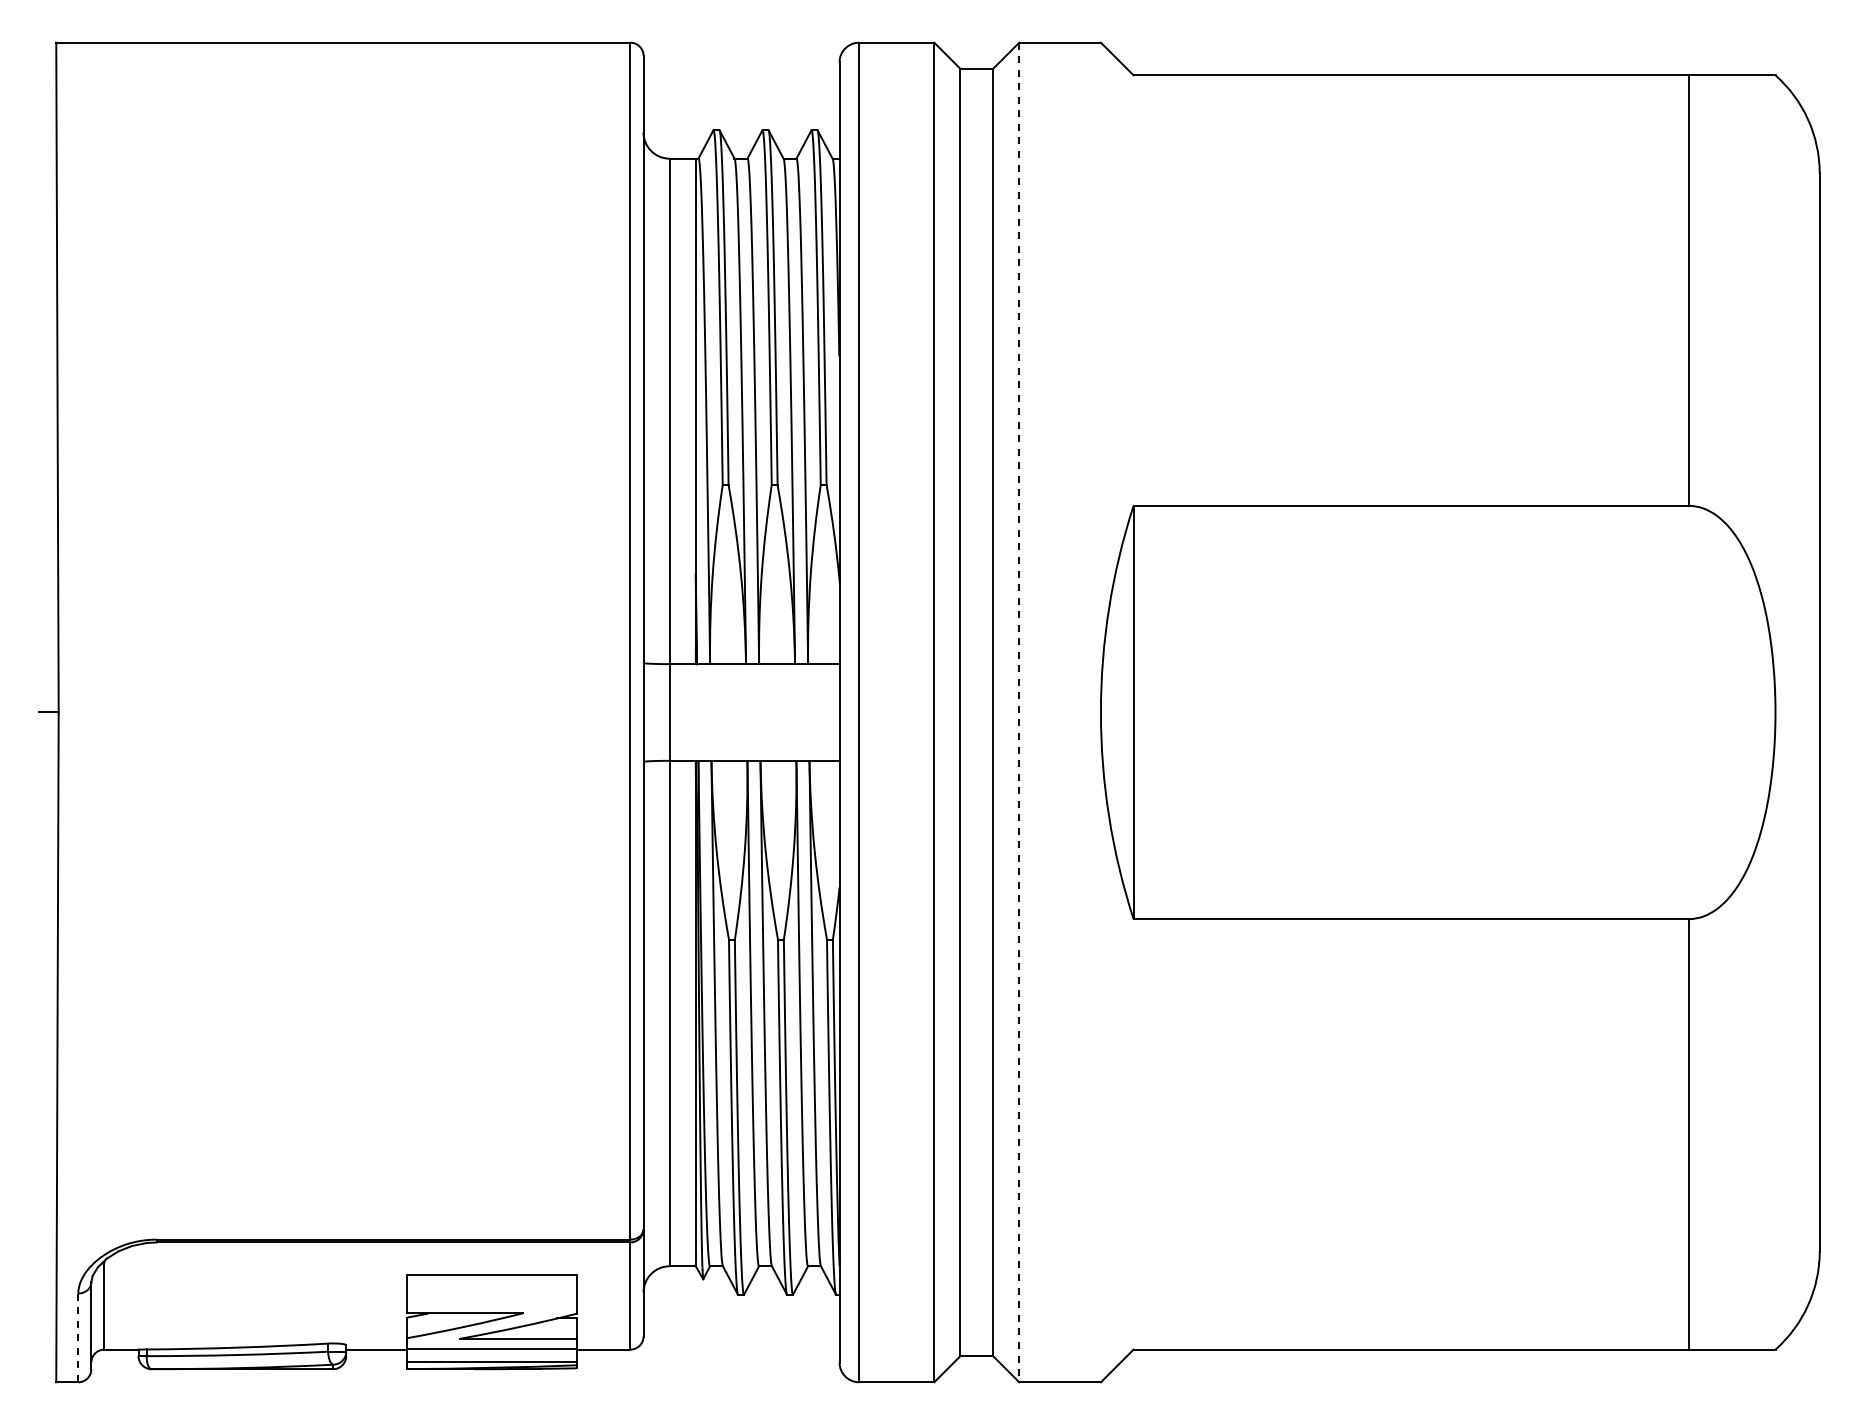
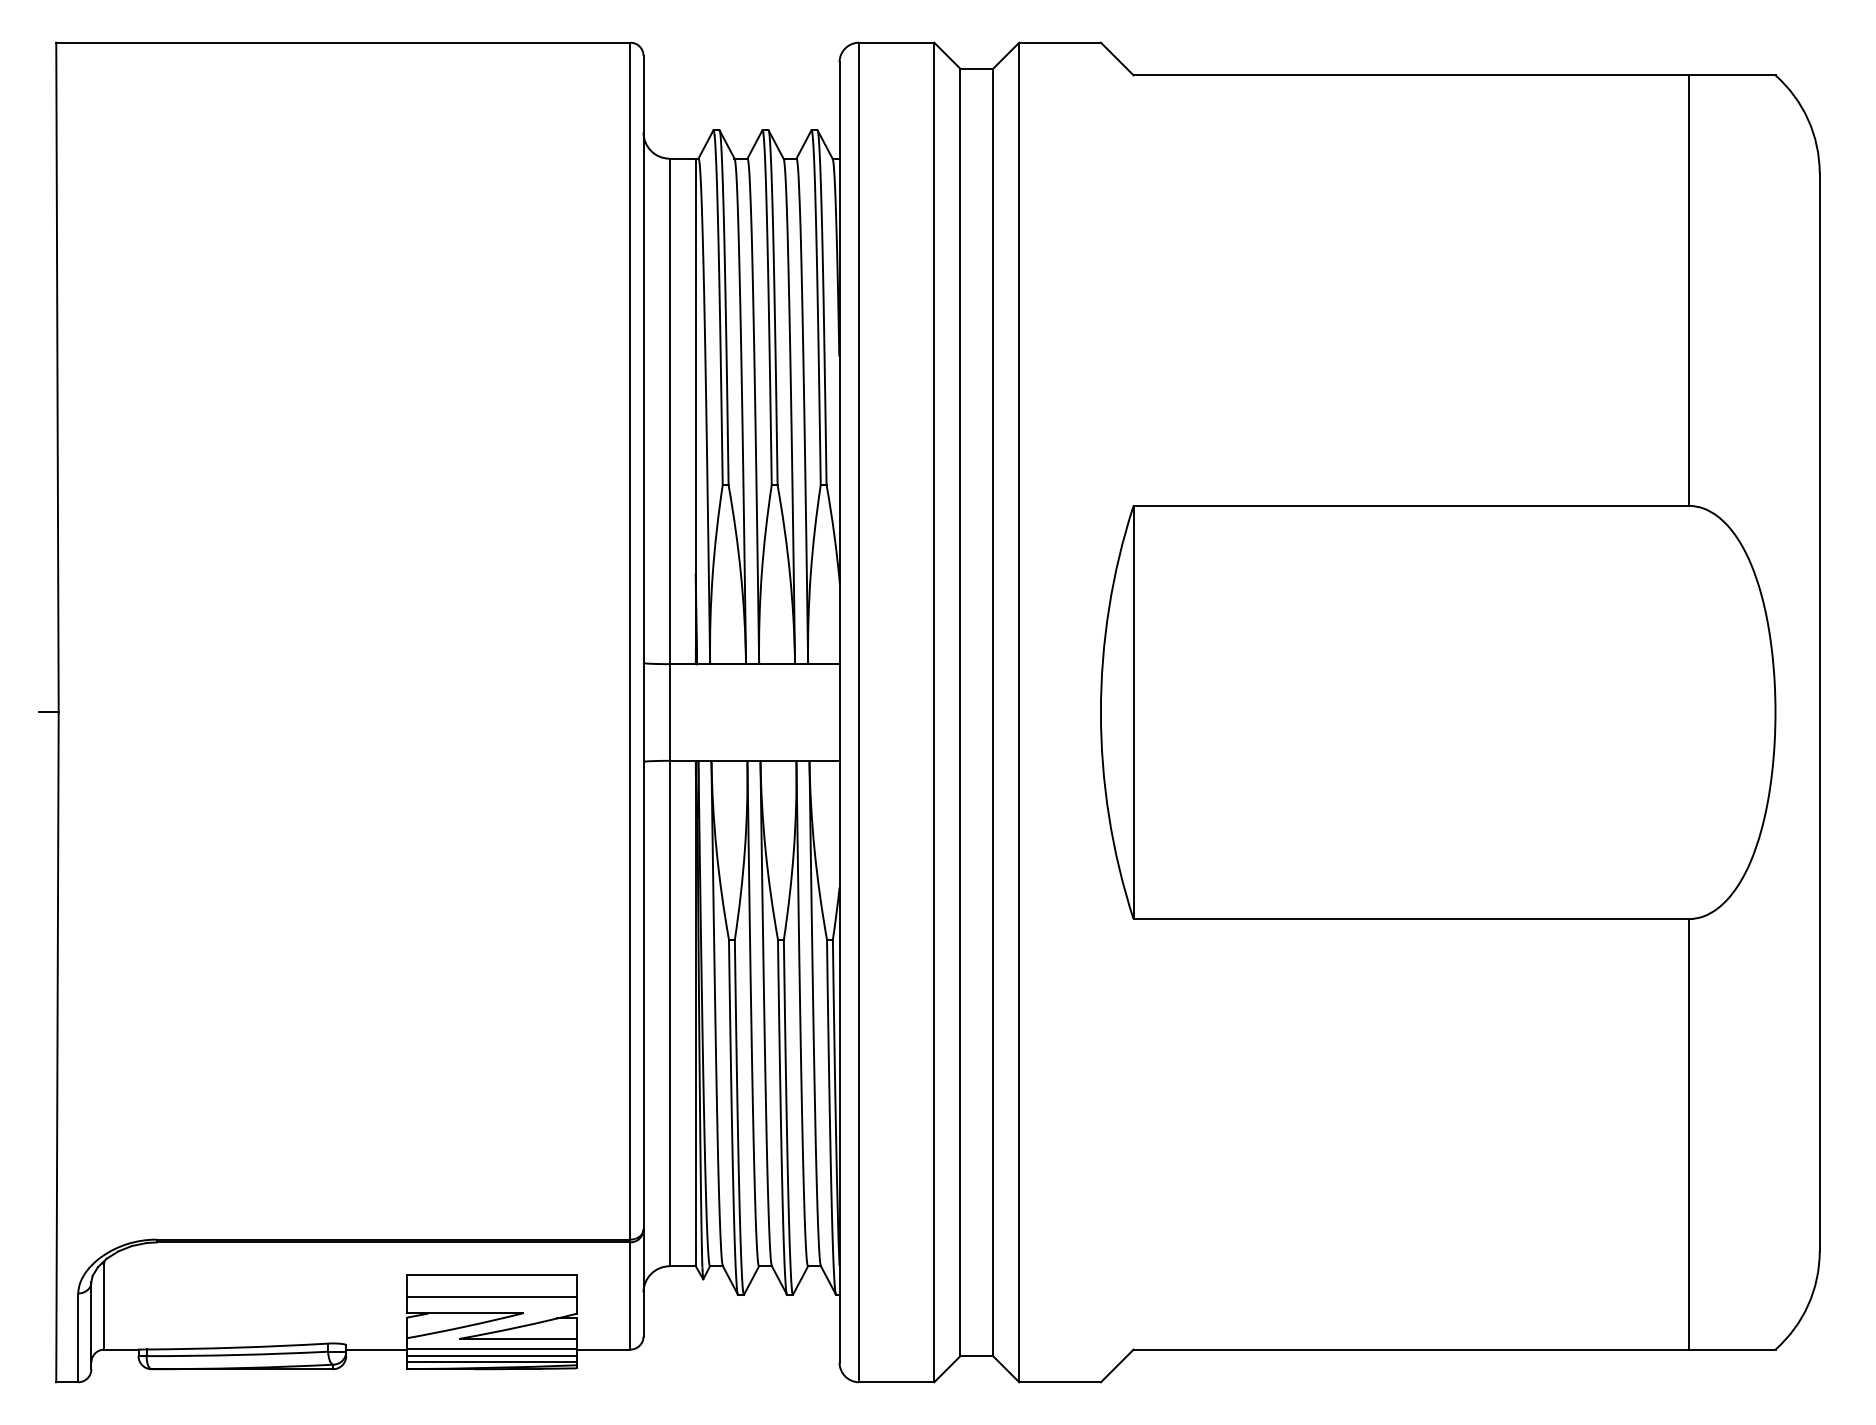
line at (1019, 712): dashed -> solid
line at (491, 1296): none -> present
line at (78, 1338): dashed -> solid
line at (491, 1356): none -> present
